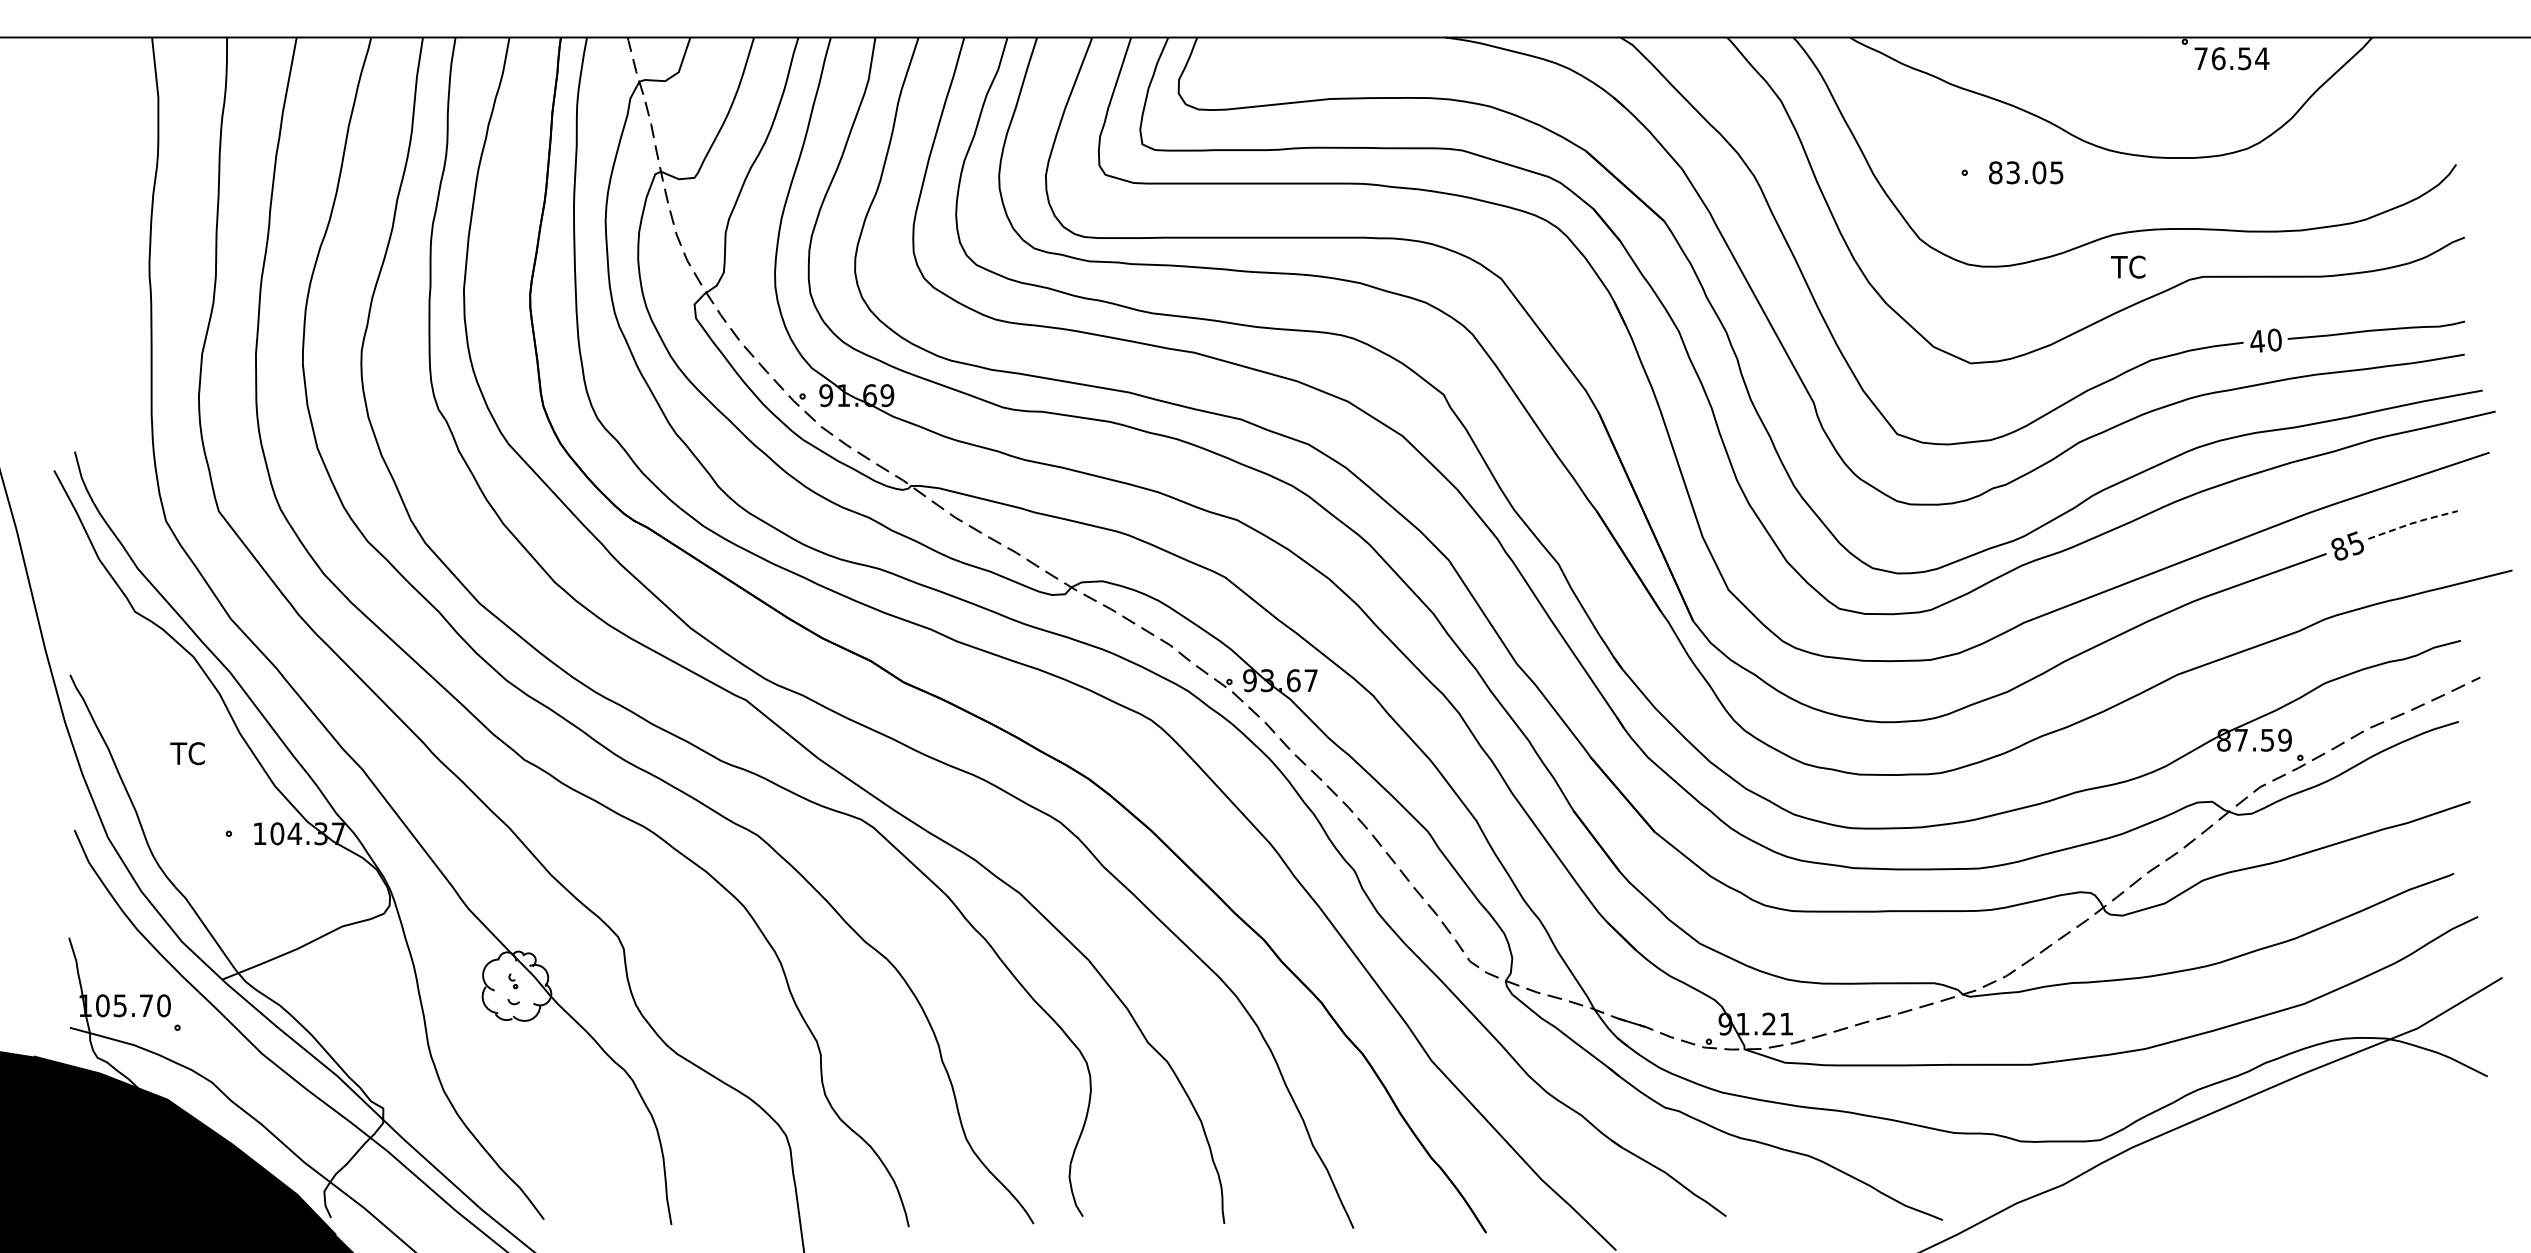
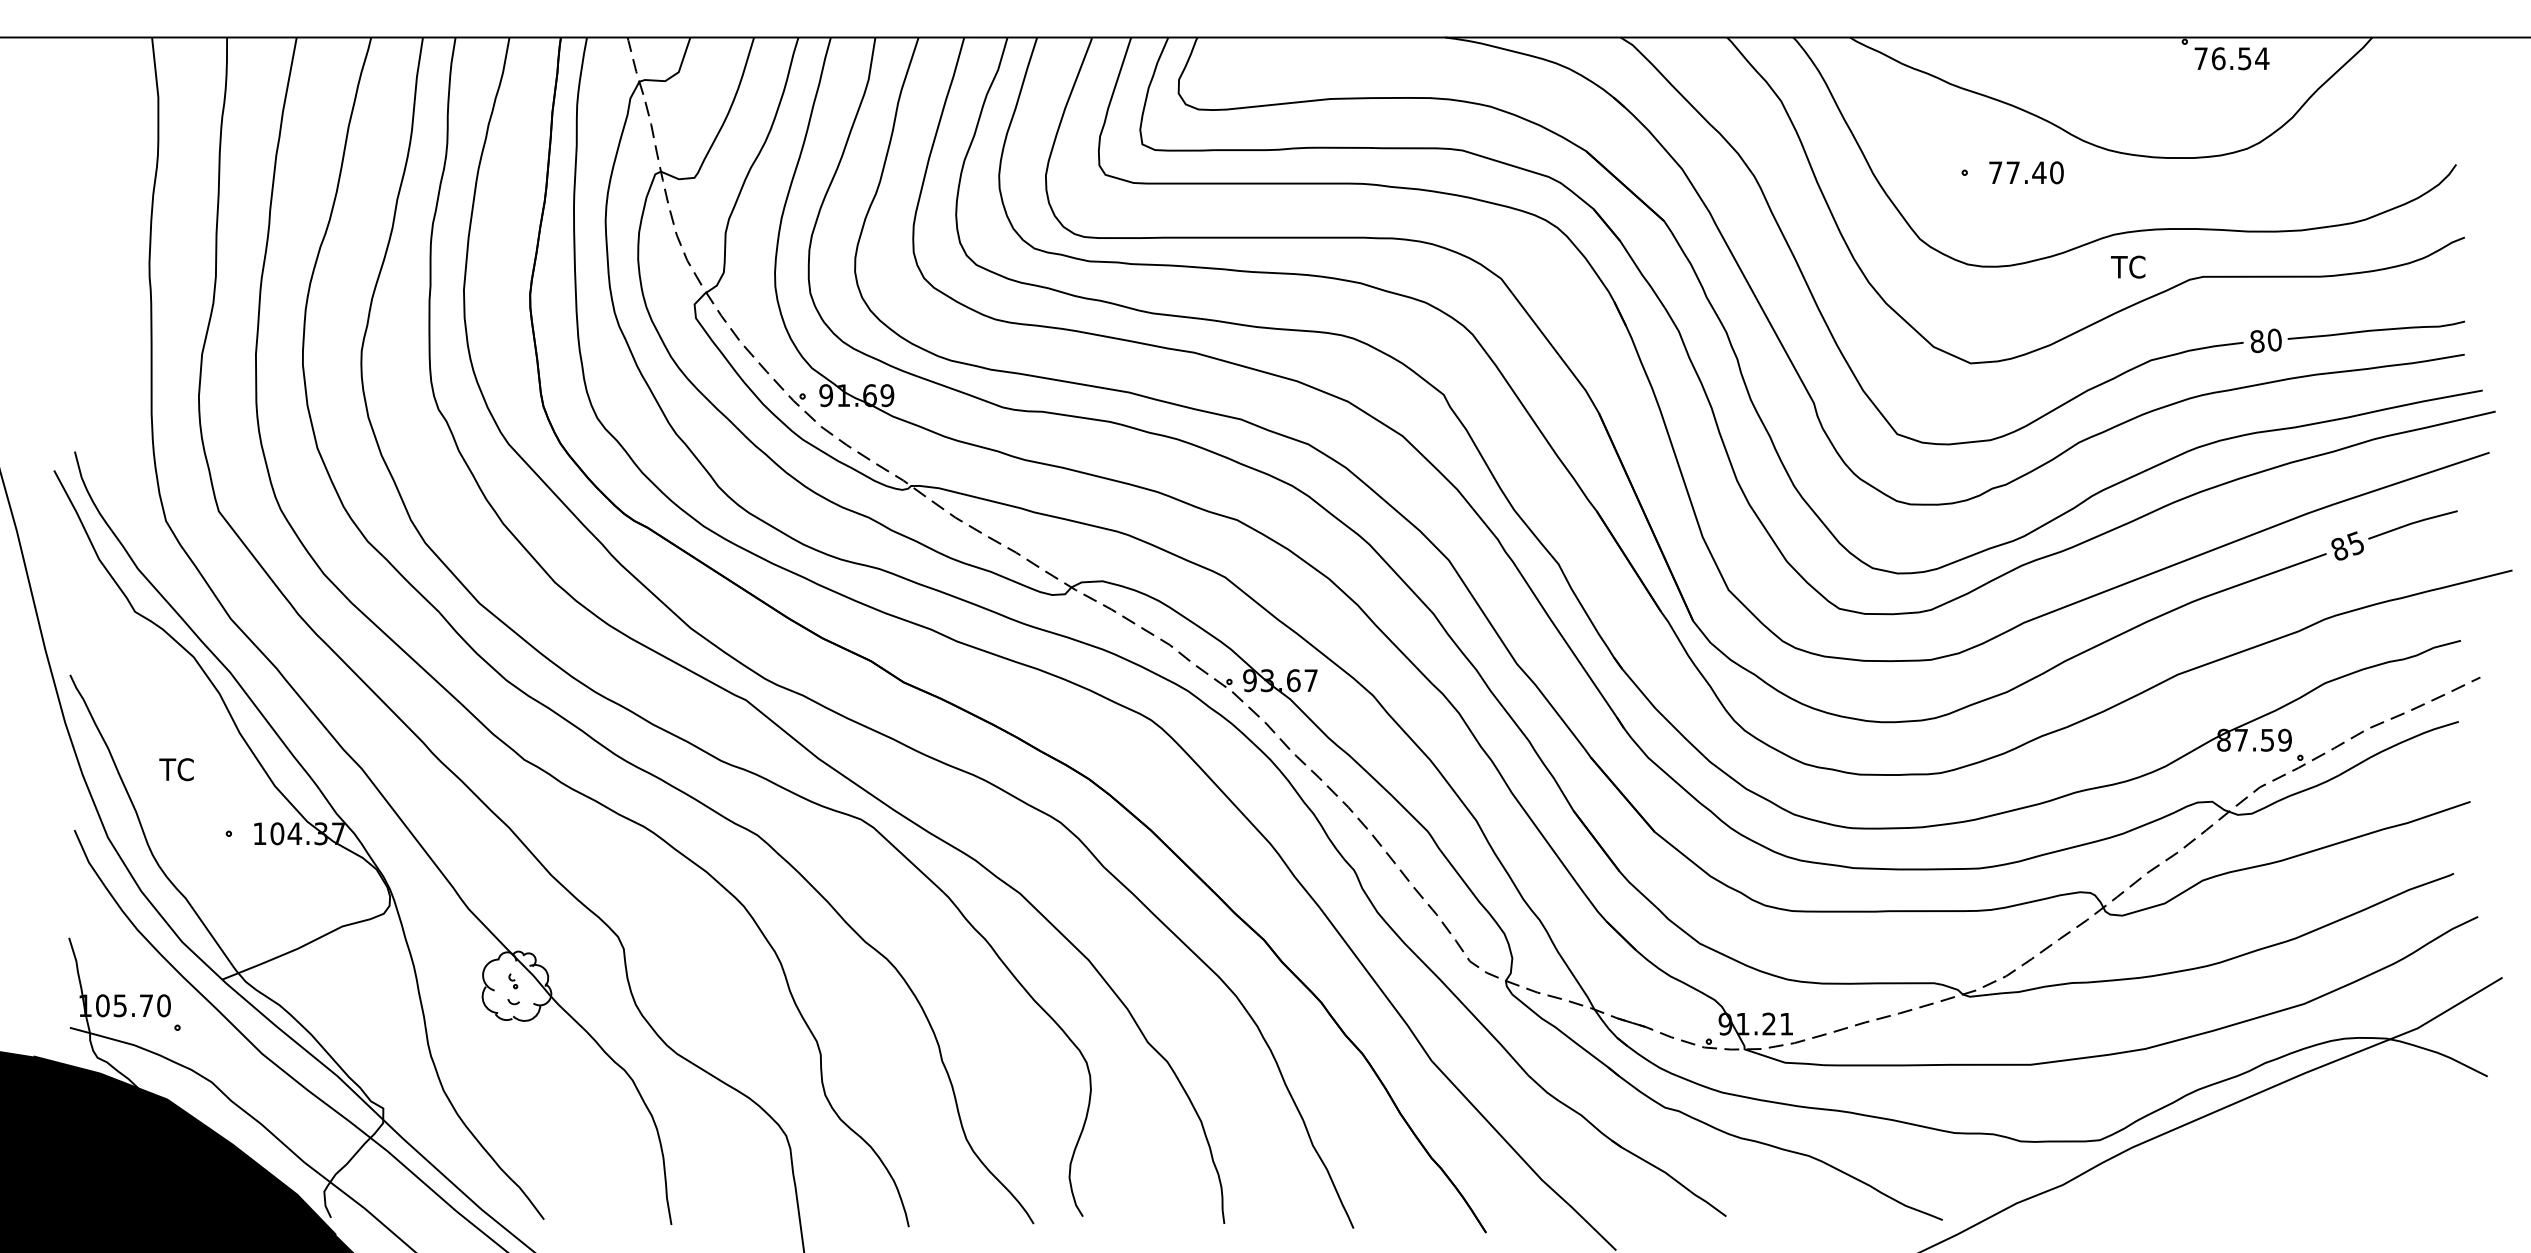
text at (2026, 172): 83.05 -> 77.40
text at (2257, 341): 40 -> 80
line at (2412, 523): dashed -> solid
text at (187, 753) position: (187, 753) -> (176, 769)
